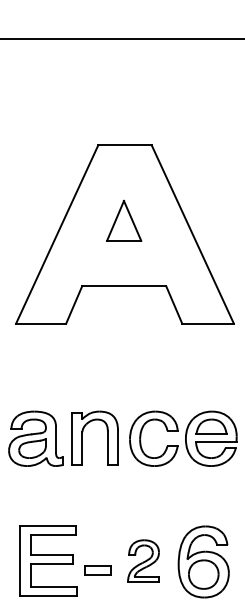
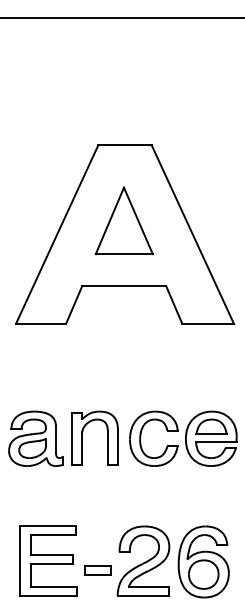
line at (121, 39) position: (121, 39) -> (121, 18)
part at (124, 220) size: 37x42 px -> 60x70 px
part at (143, 560) size: 33x44 px -> 55x72 px
